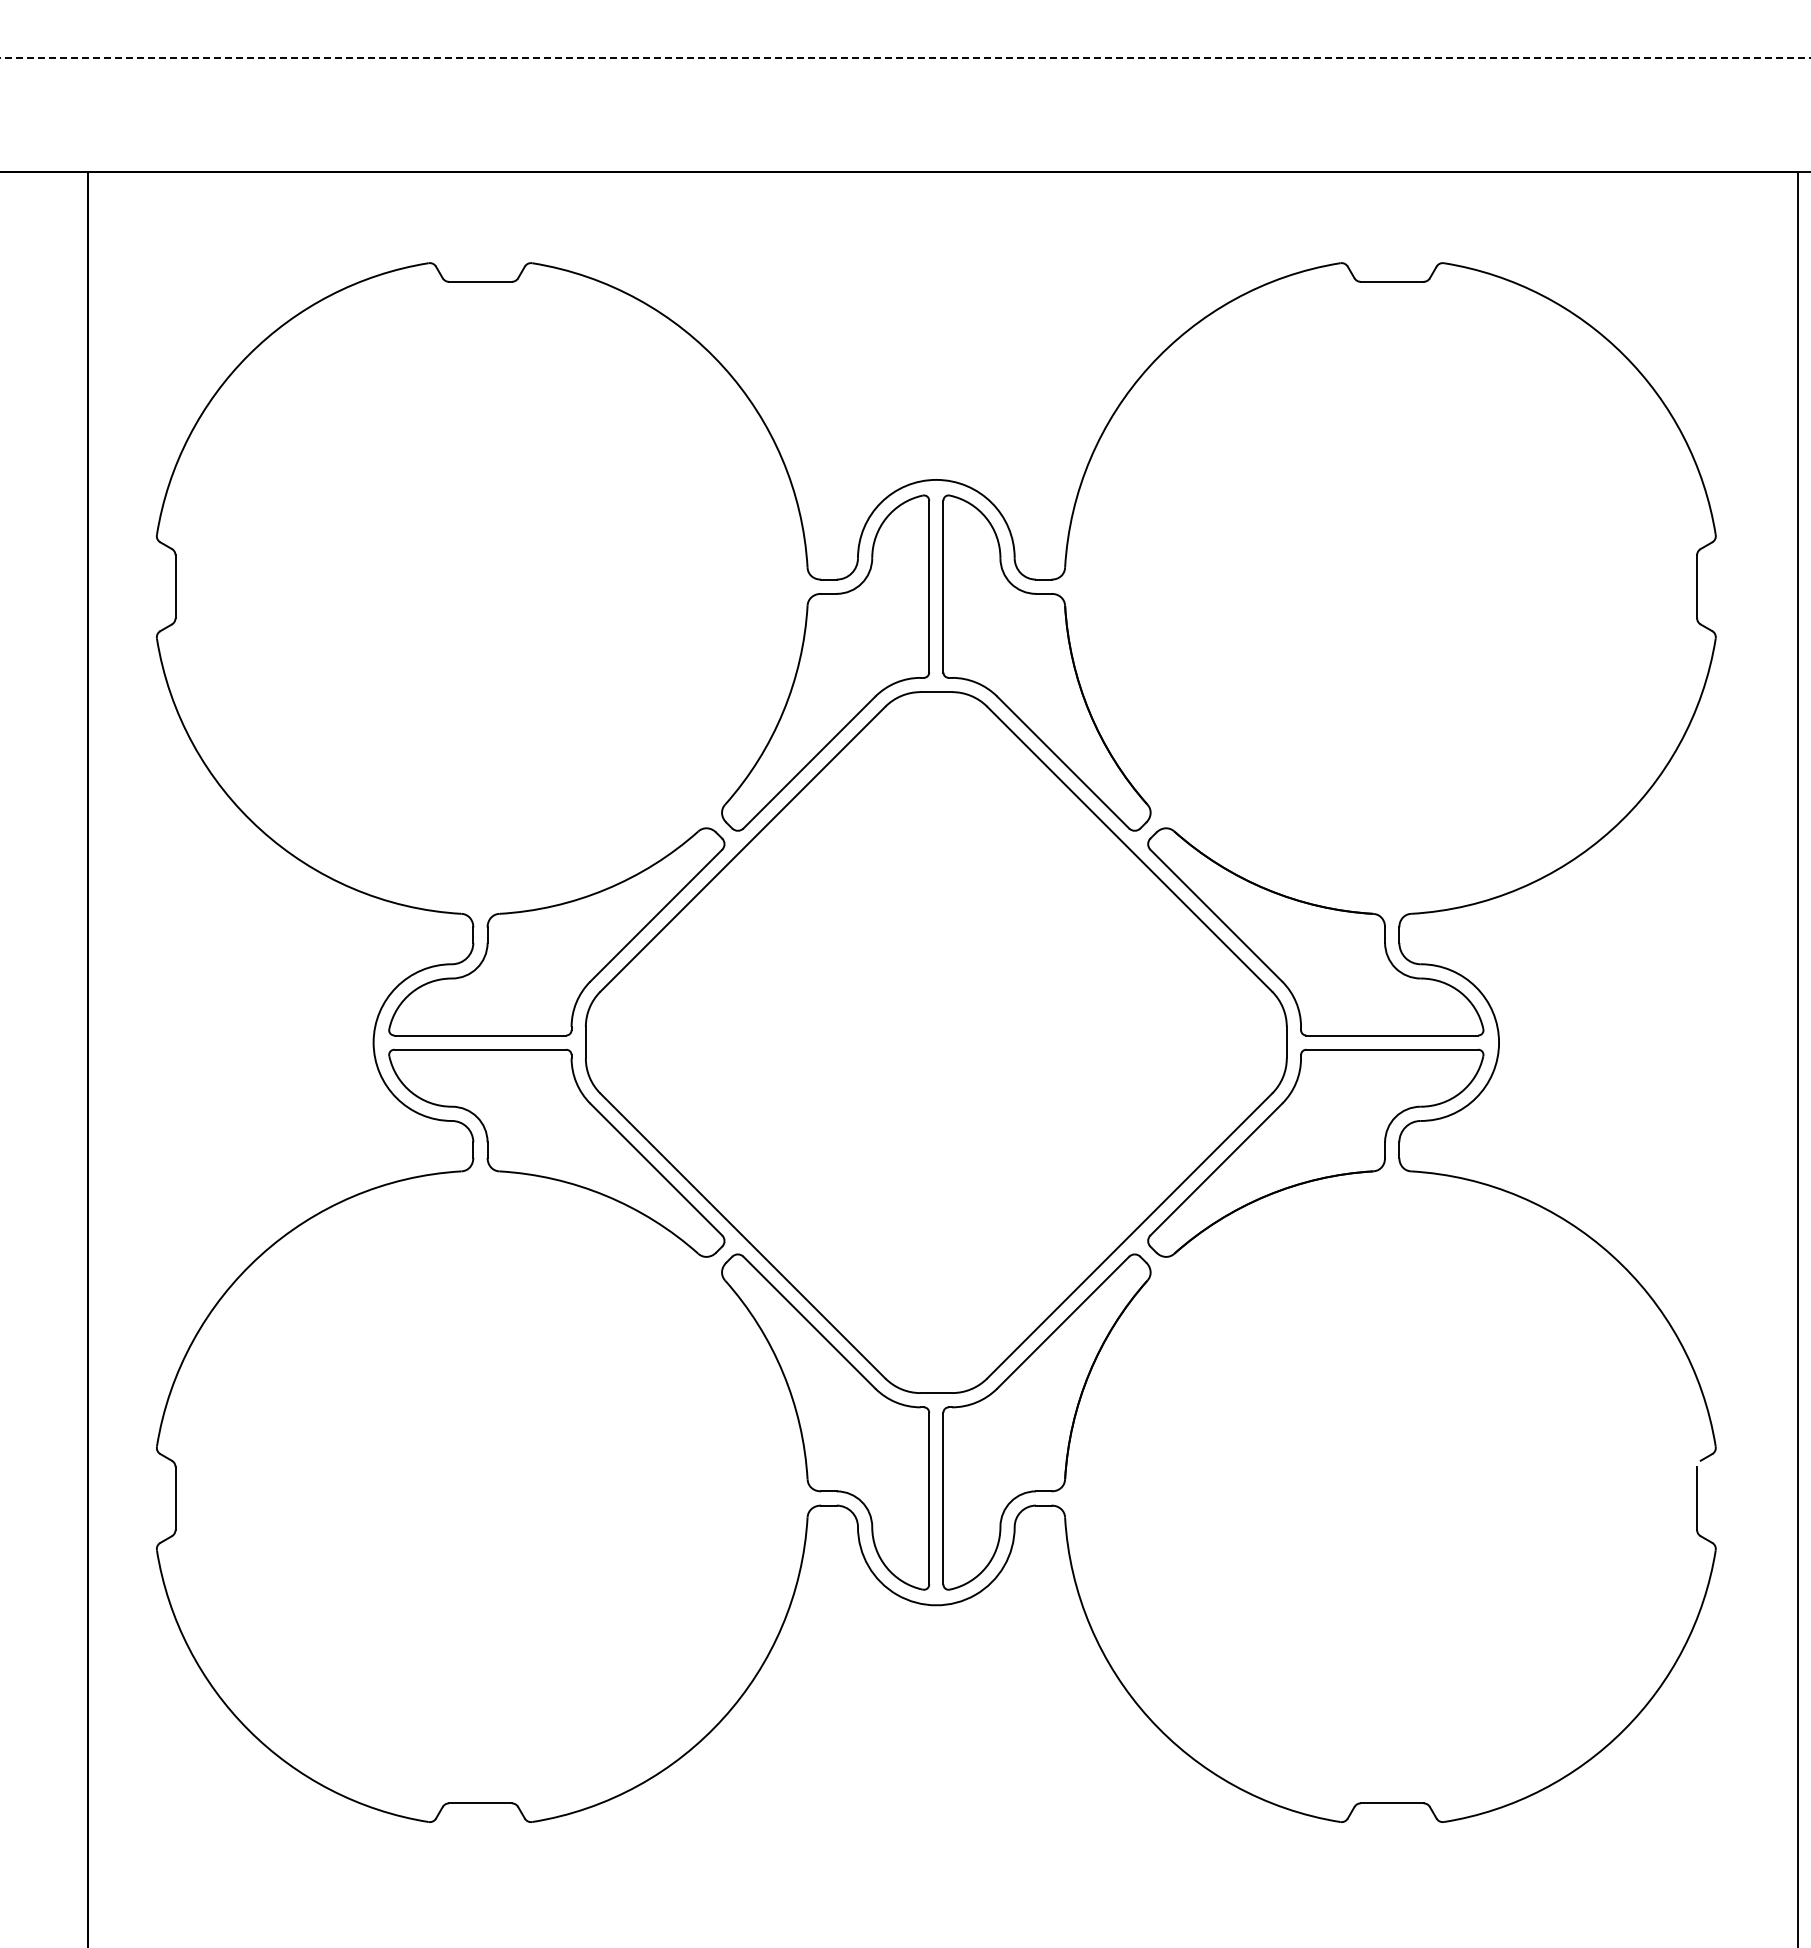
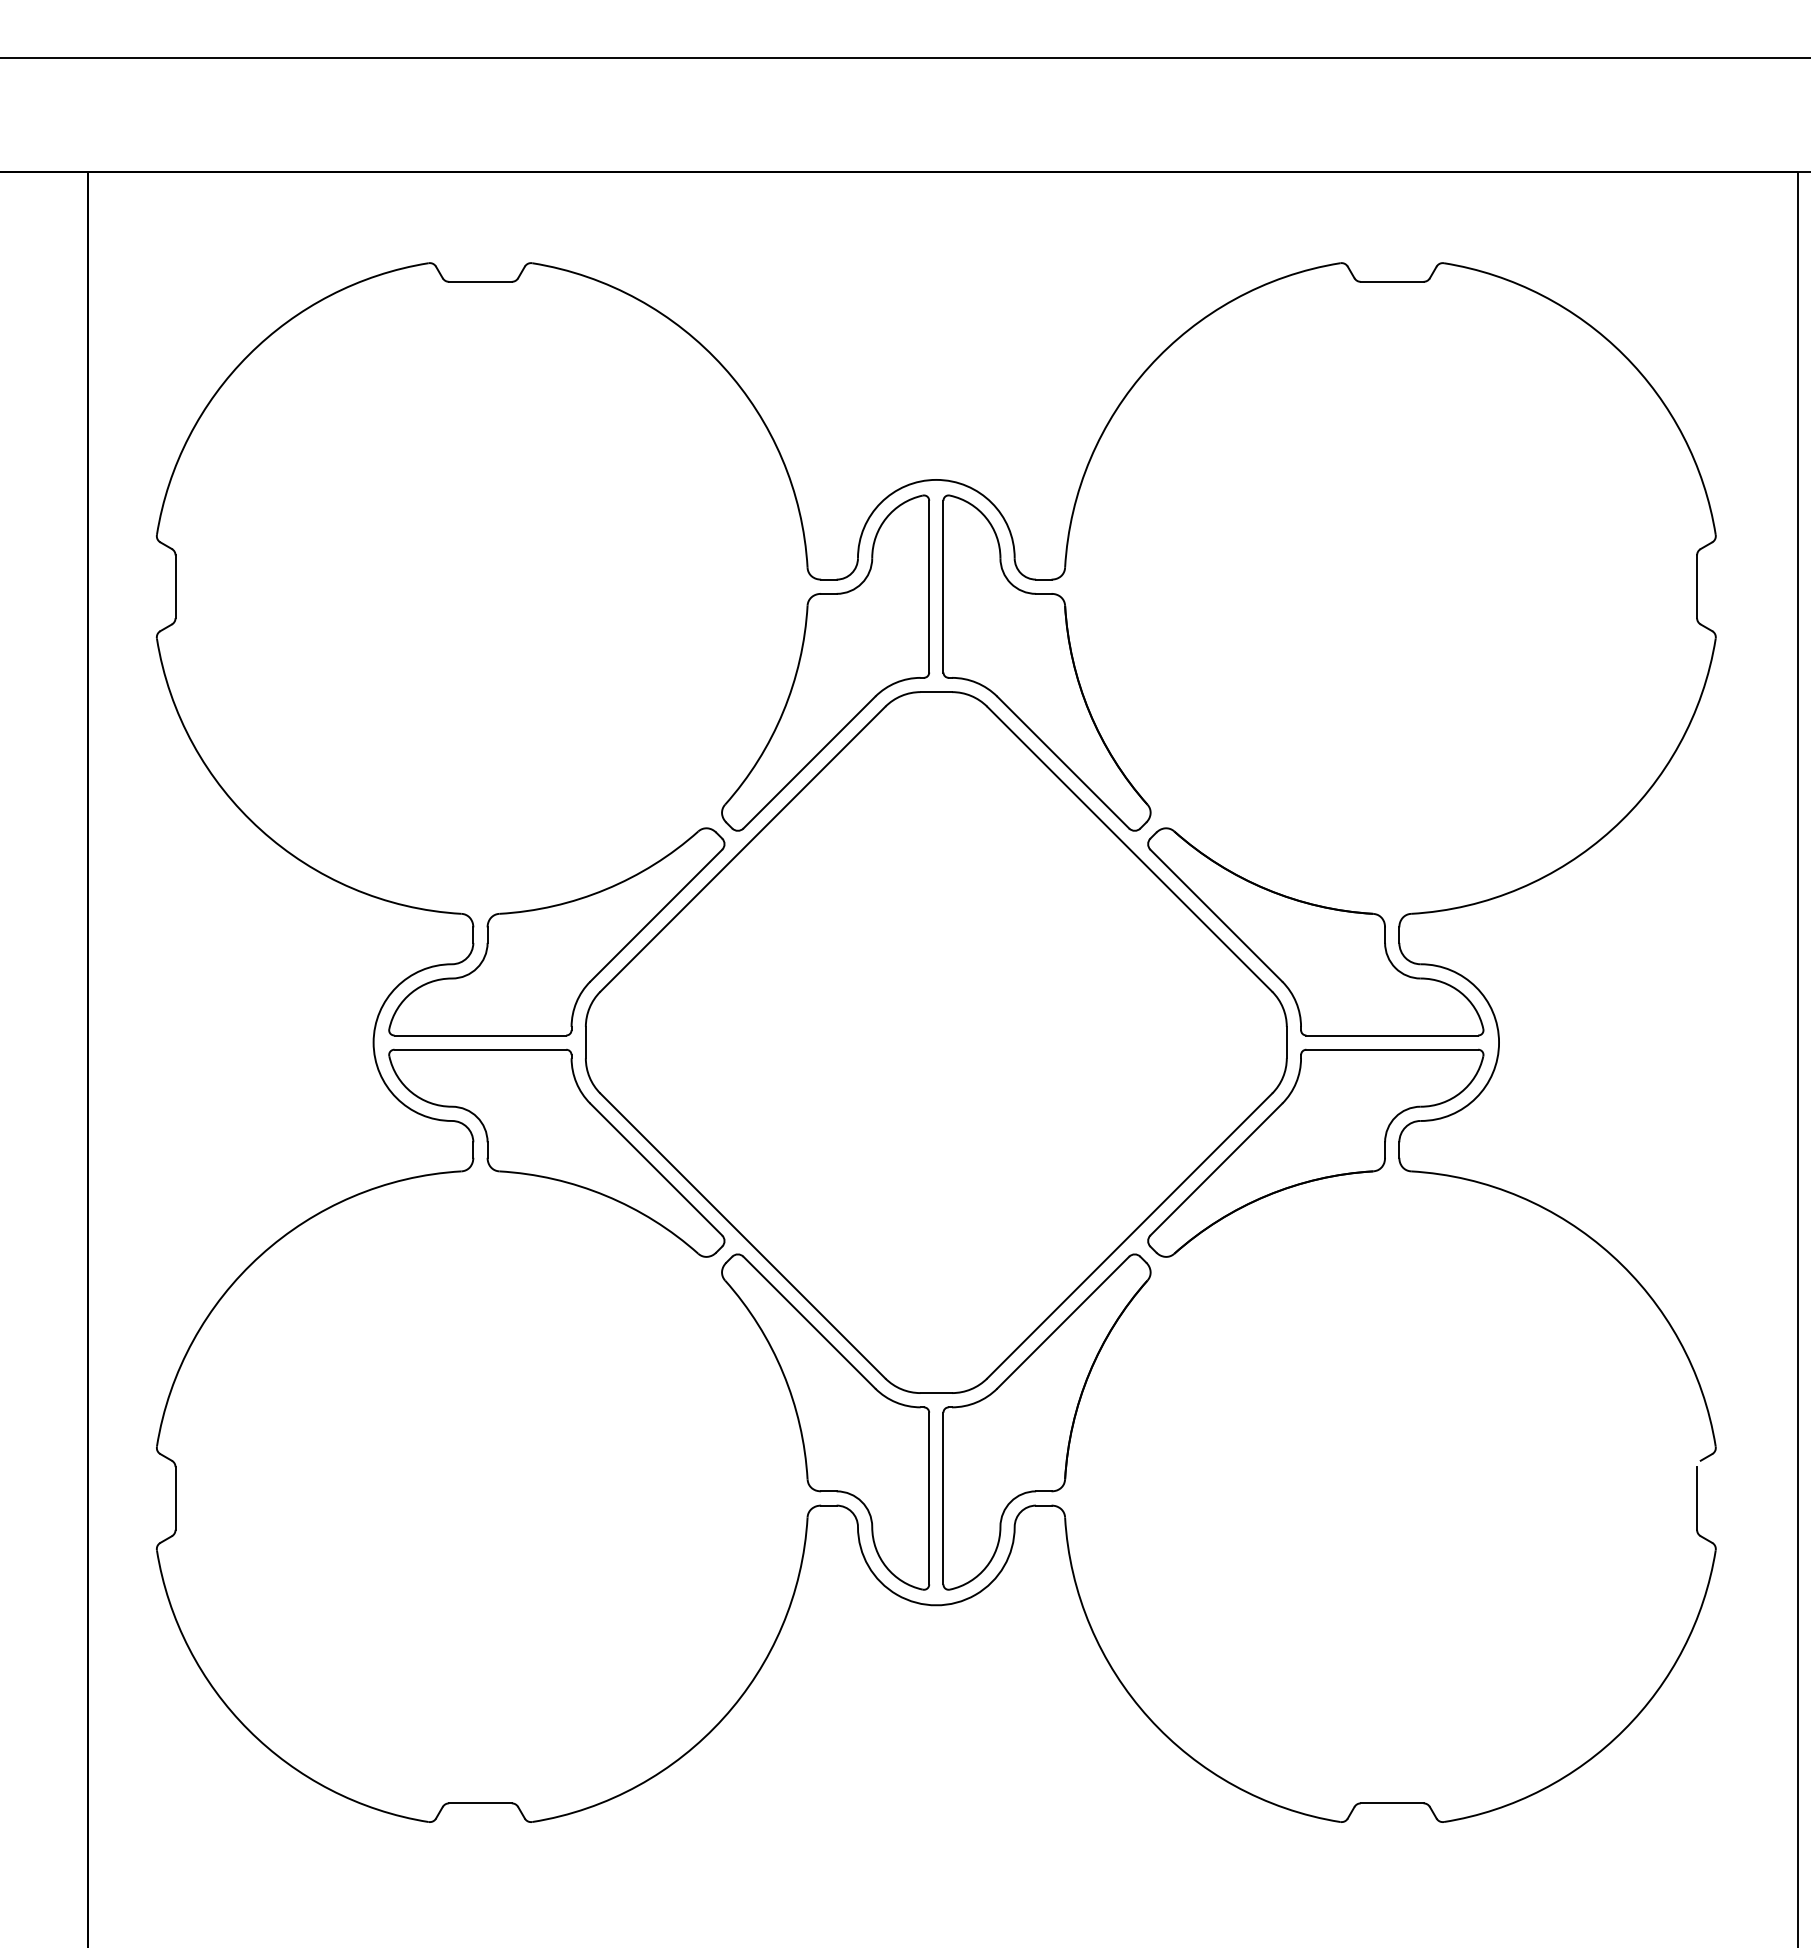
line at (906, 58): dashed -> solid
